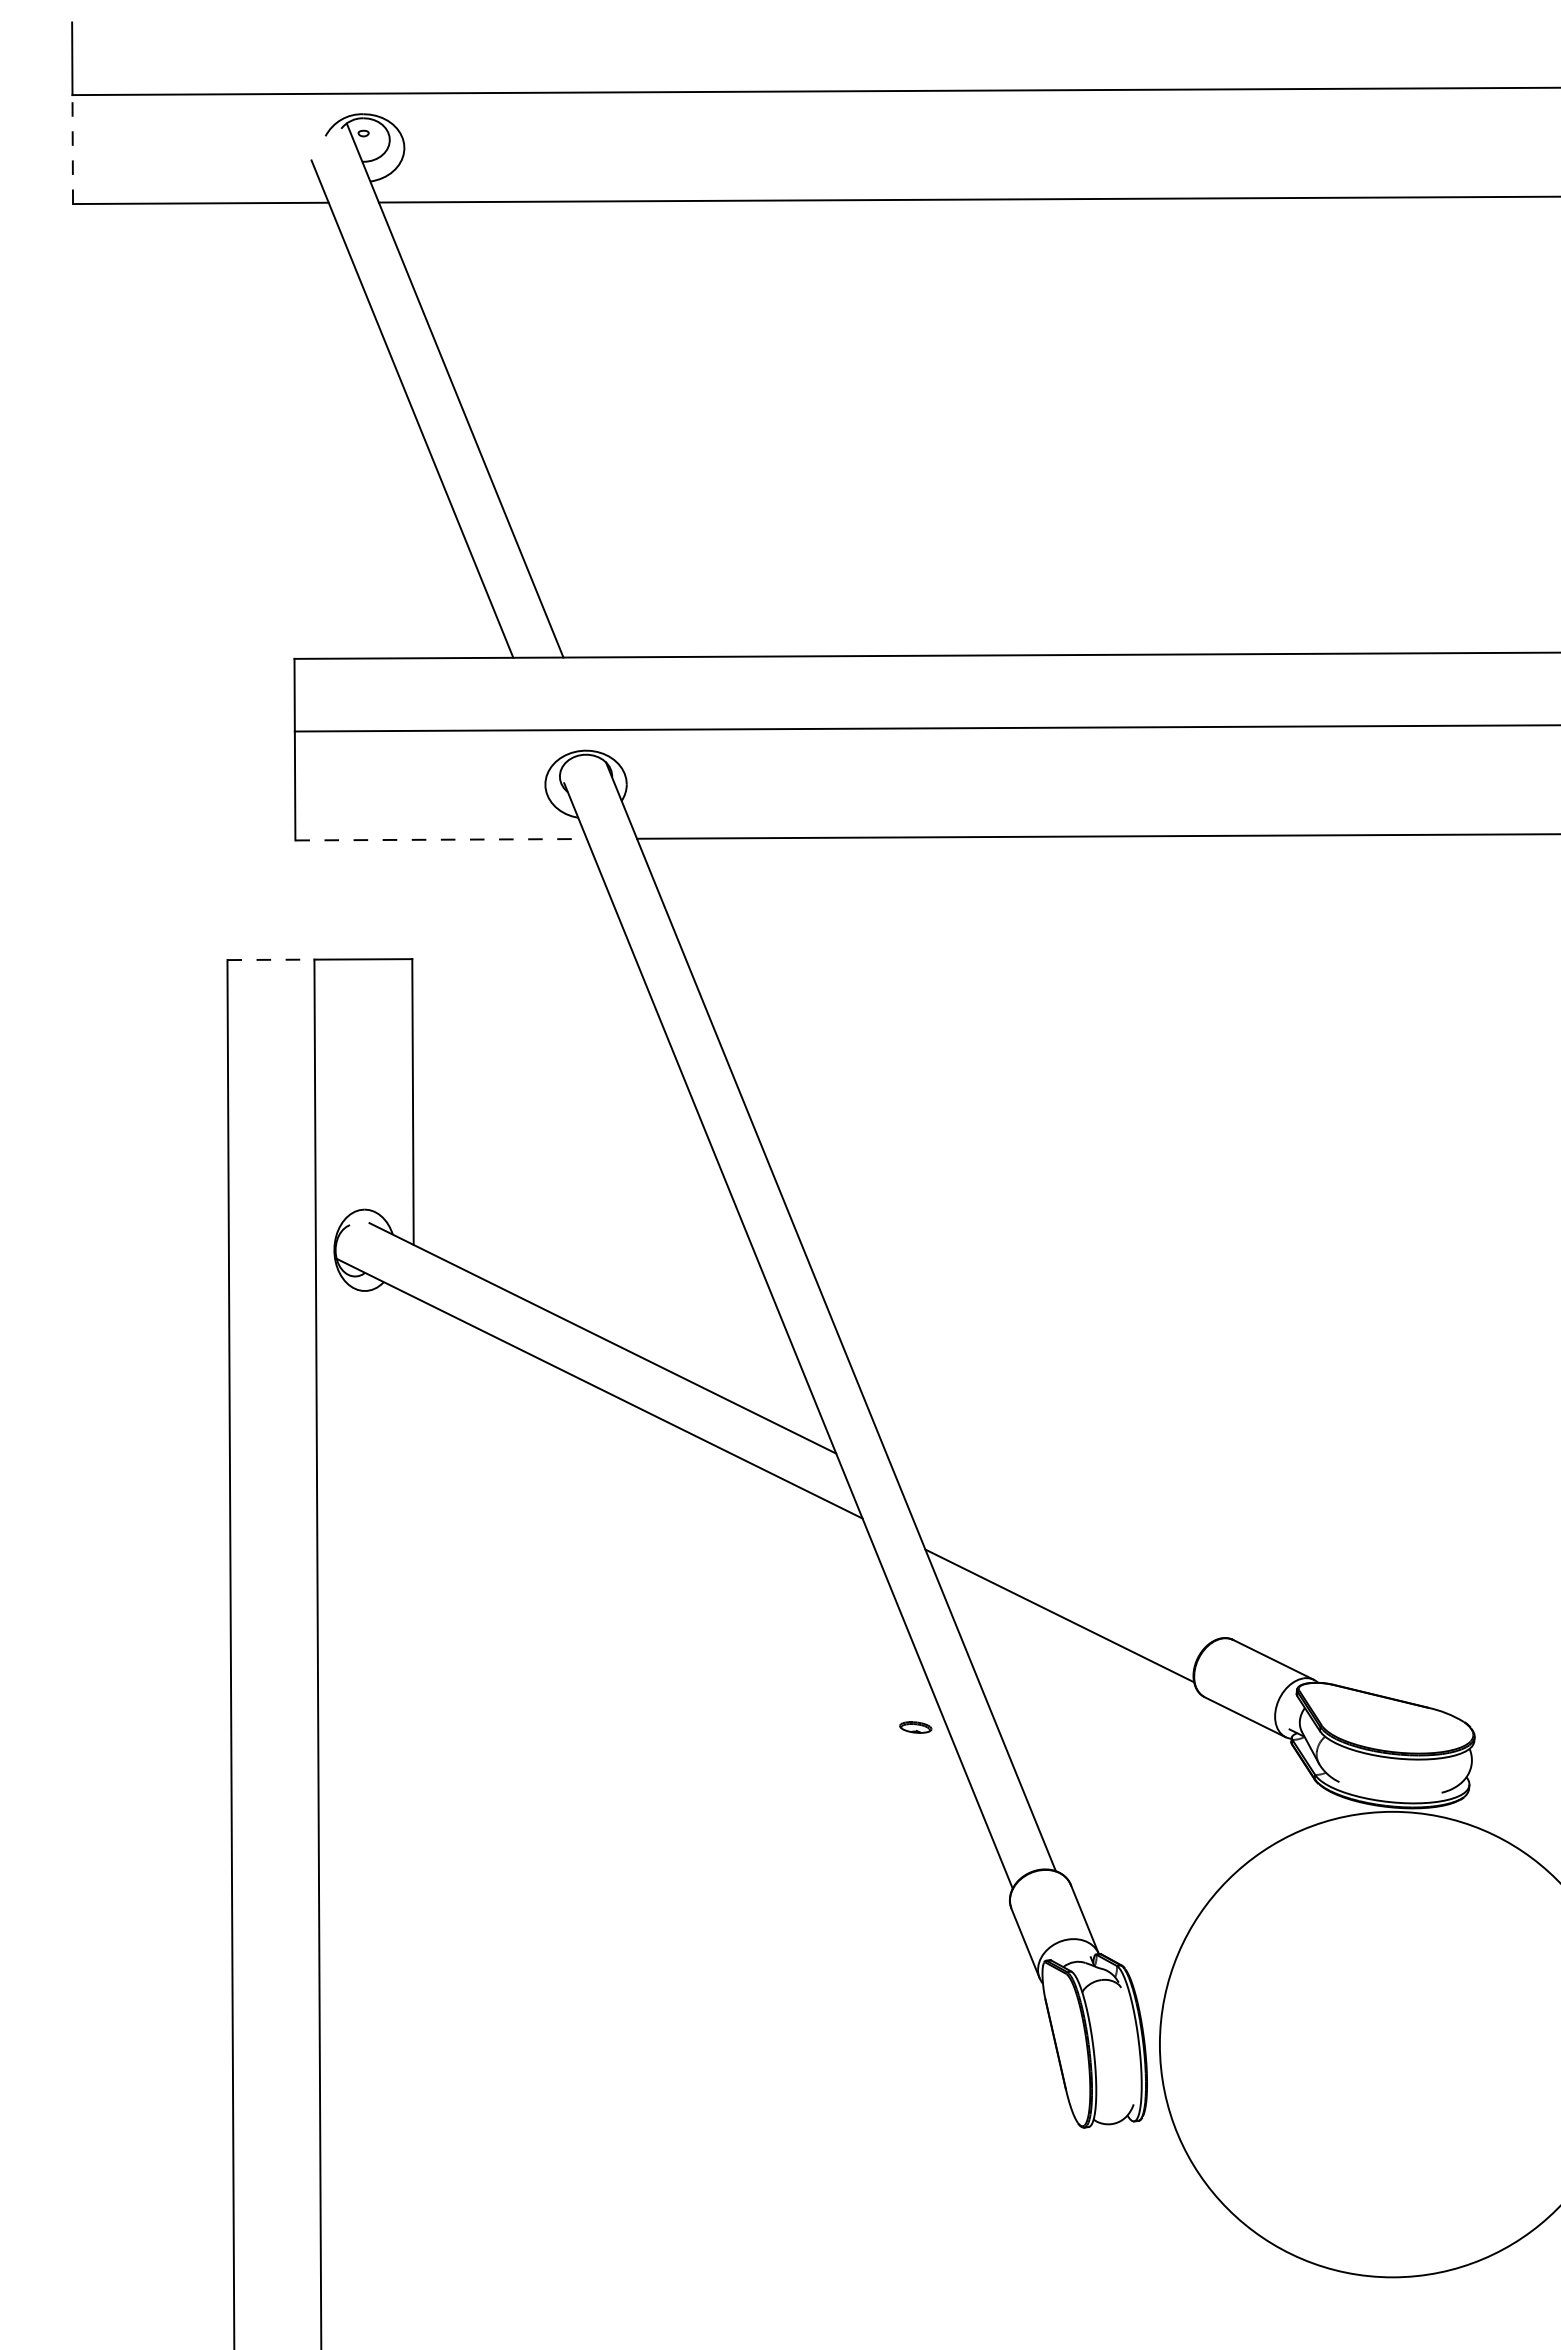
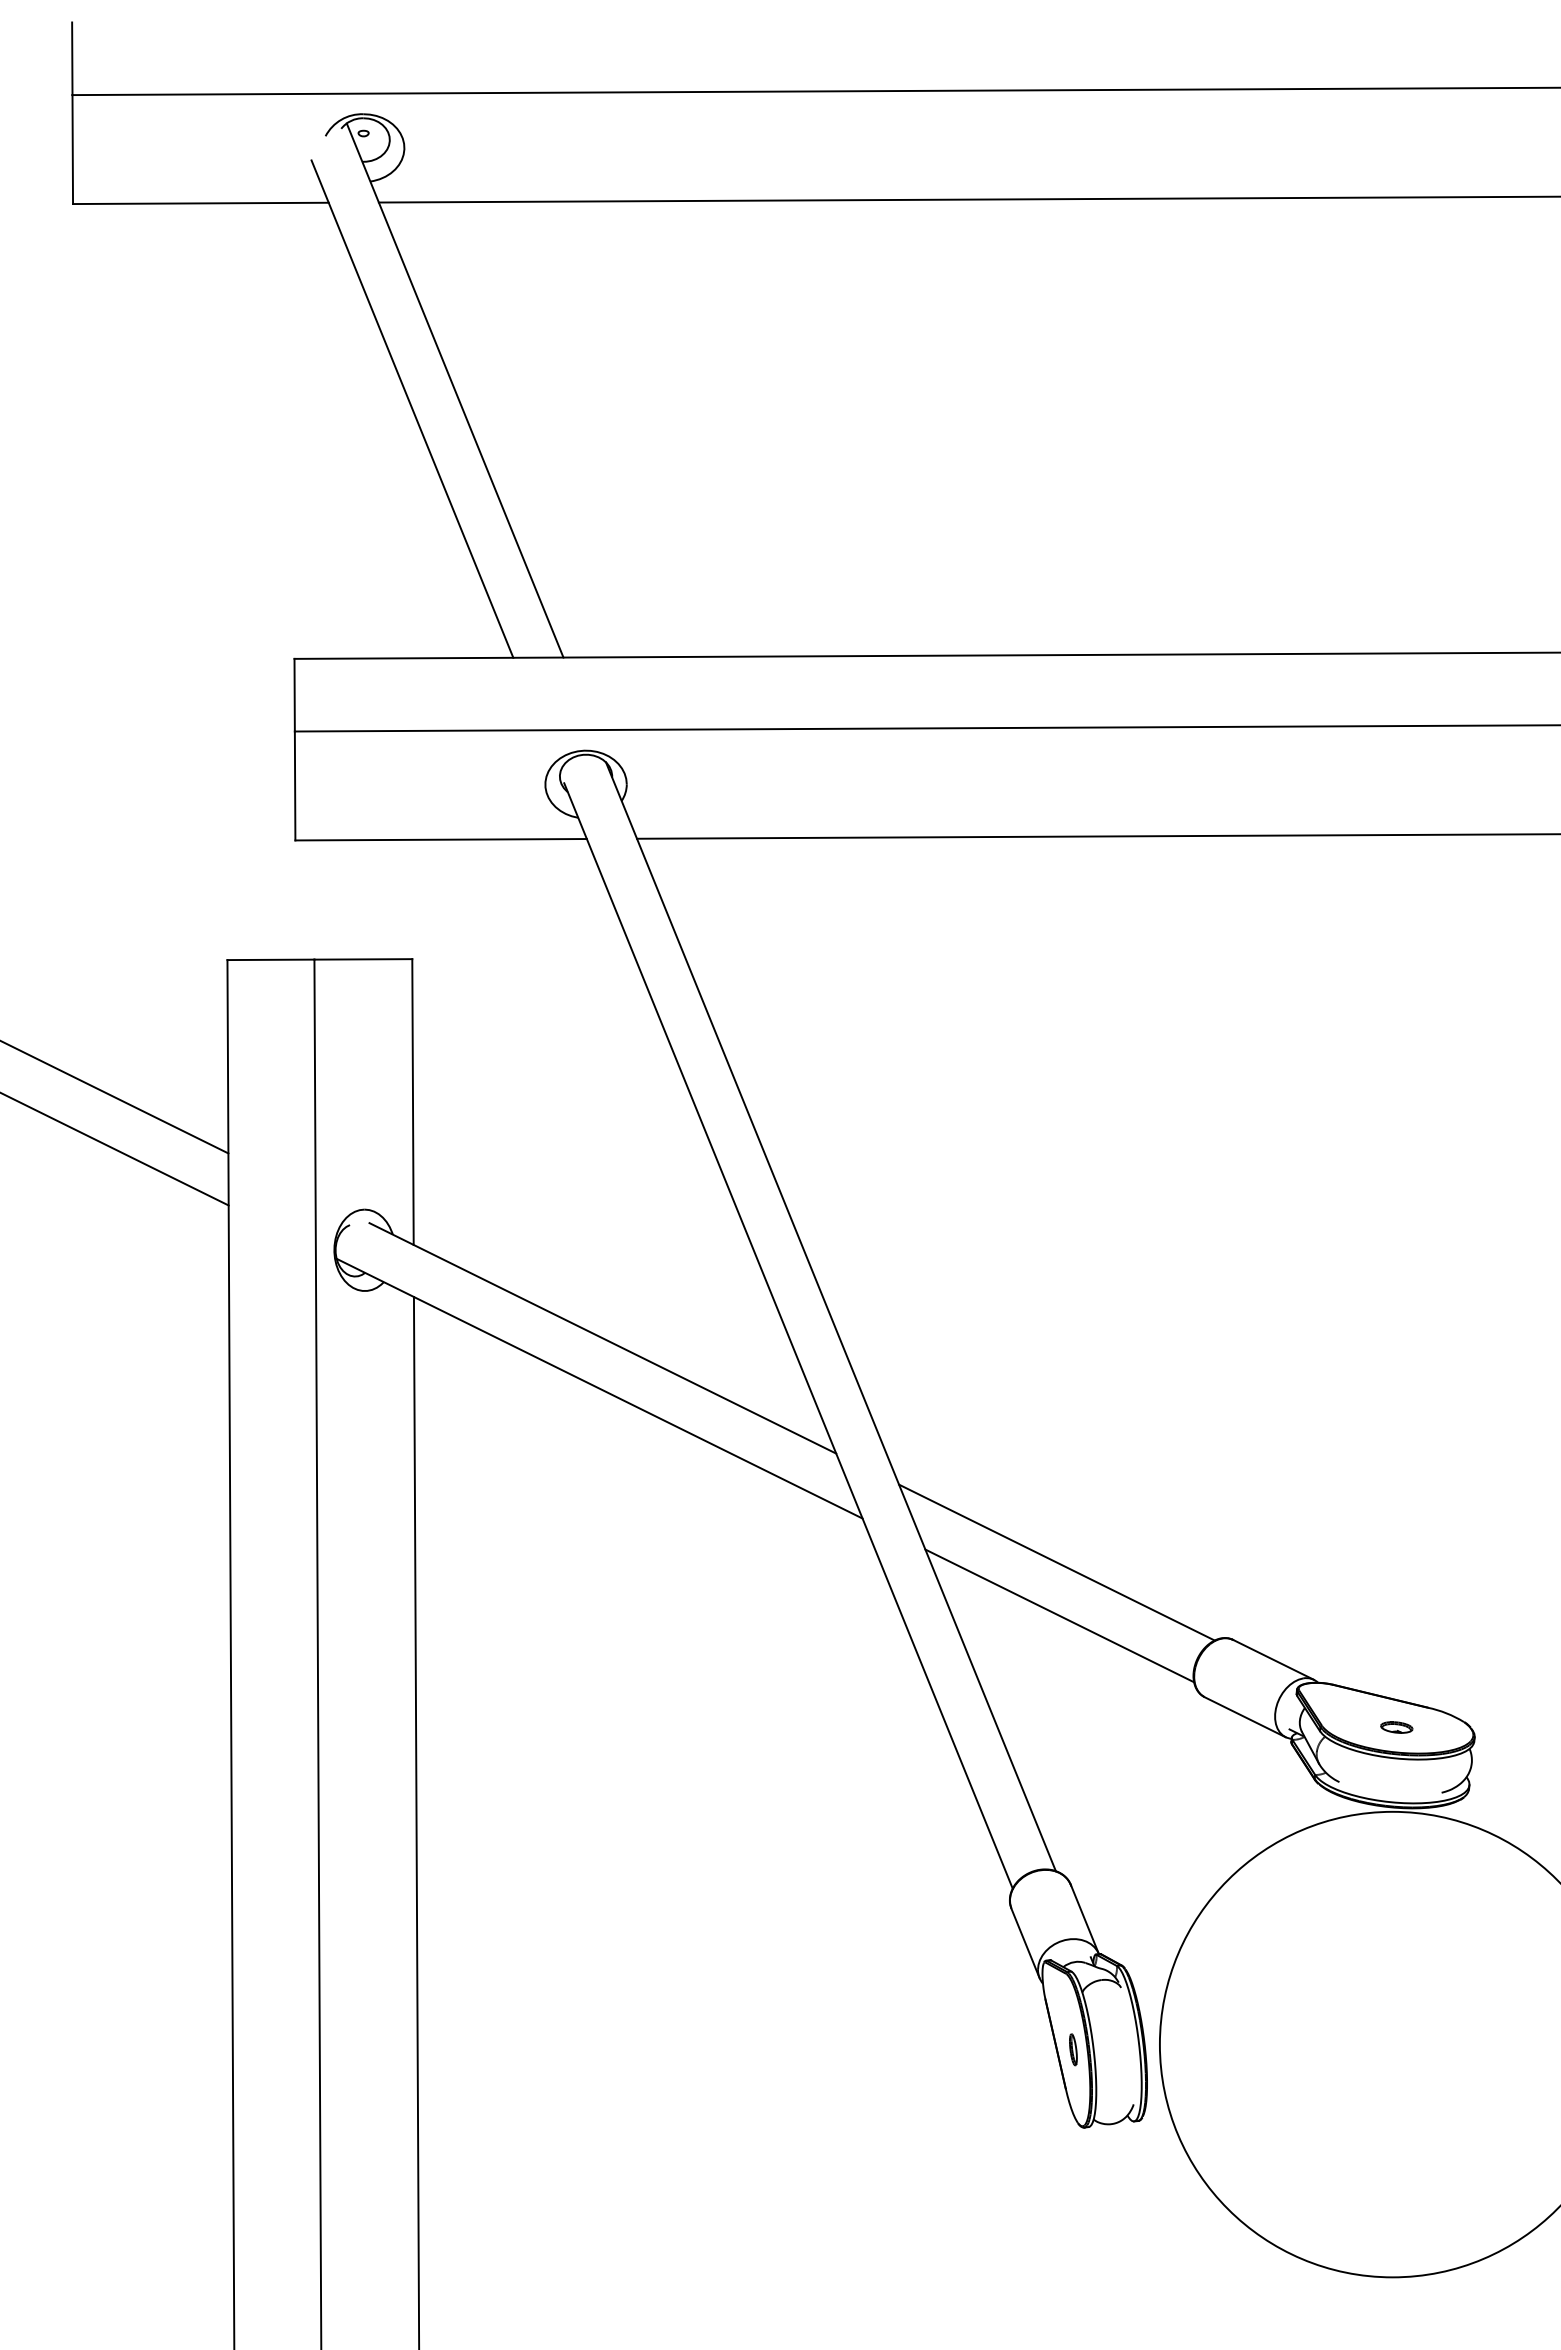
line at (72, 149): dashed -> solid
line at (441, 839): dashed -> solid
line at (271, 959): dashed -> solid
line at (115, 1097): none -> present
line at (115, 1149): none -> present
line at (1056, 1562): none -> present
part at (915, 1727) position: (915, 1727) -> (1396, 1727)
line at (416, 1821): none -> present
part at (1073, 2049): none -> present
